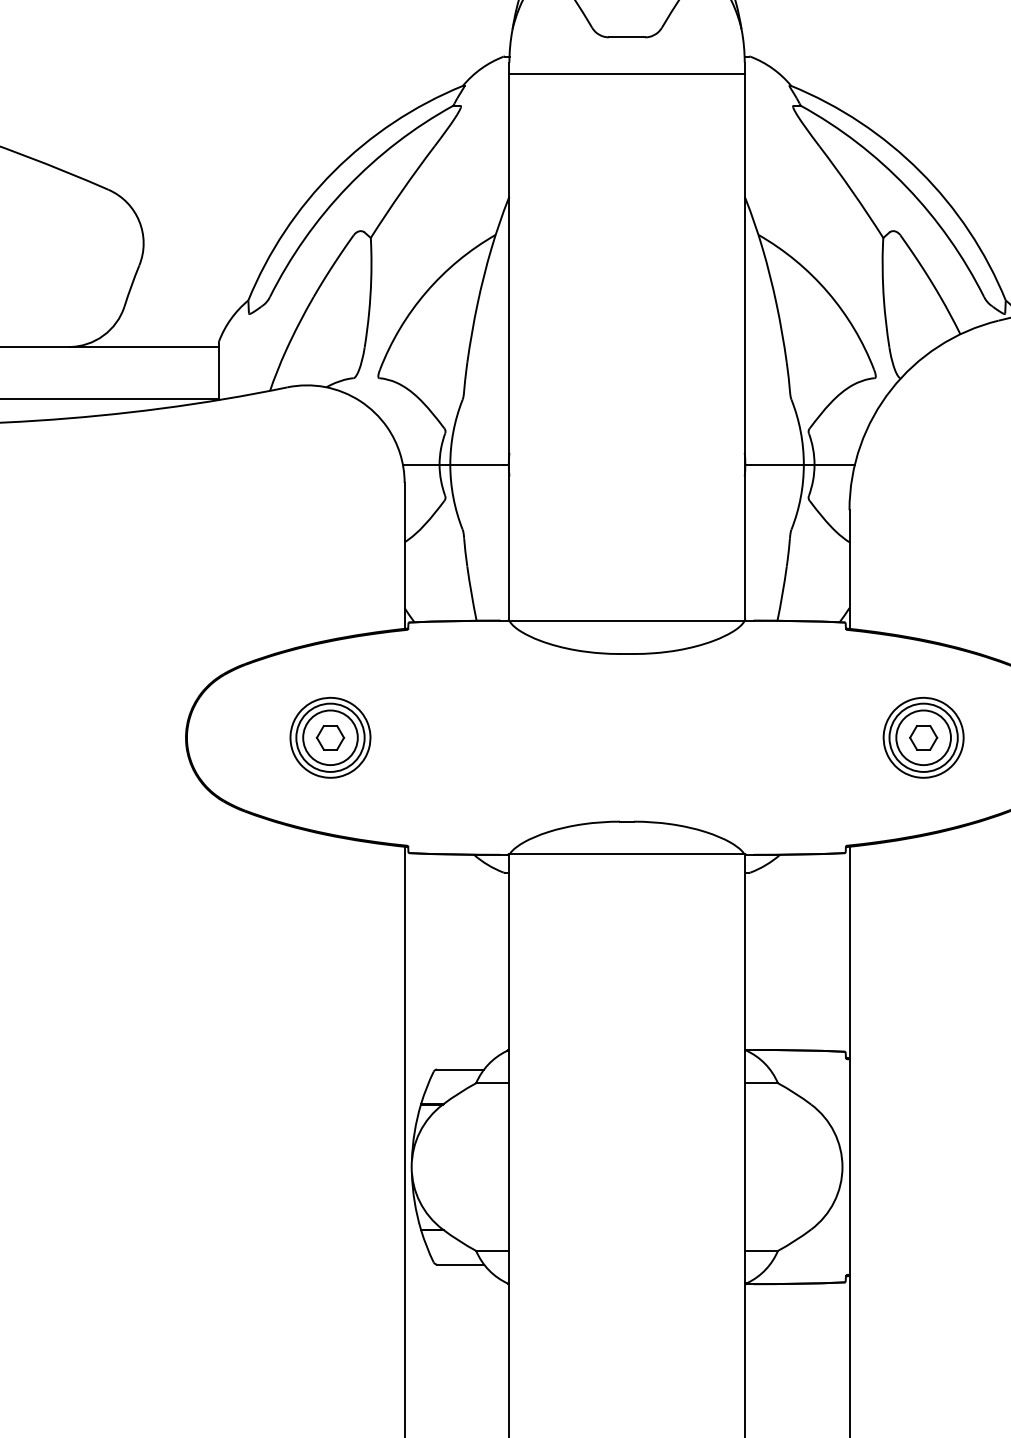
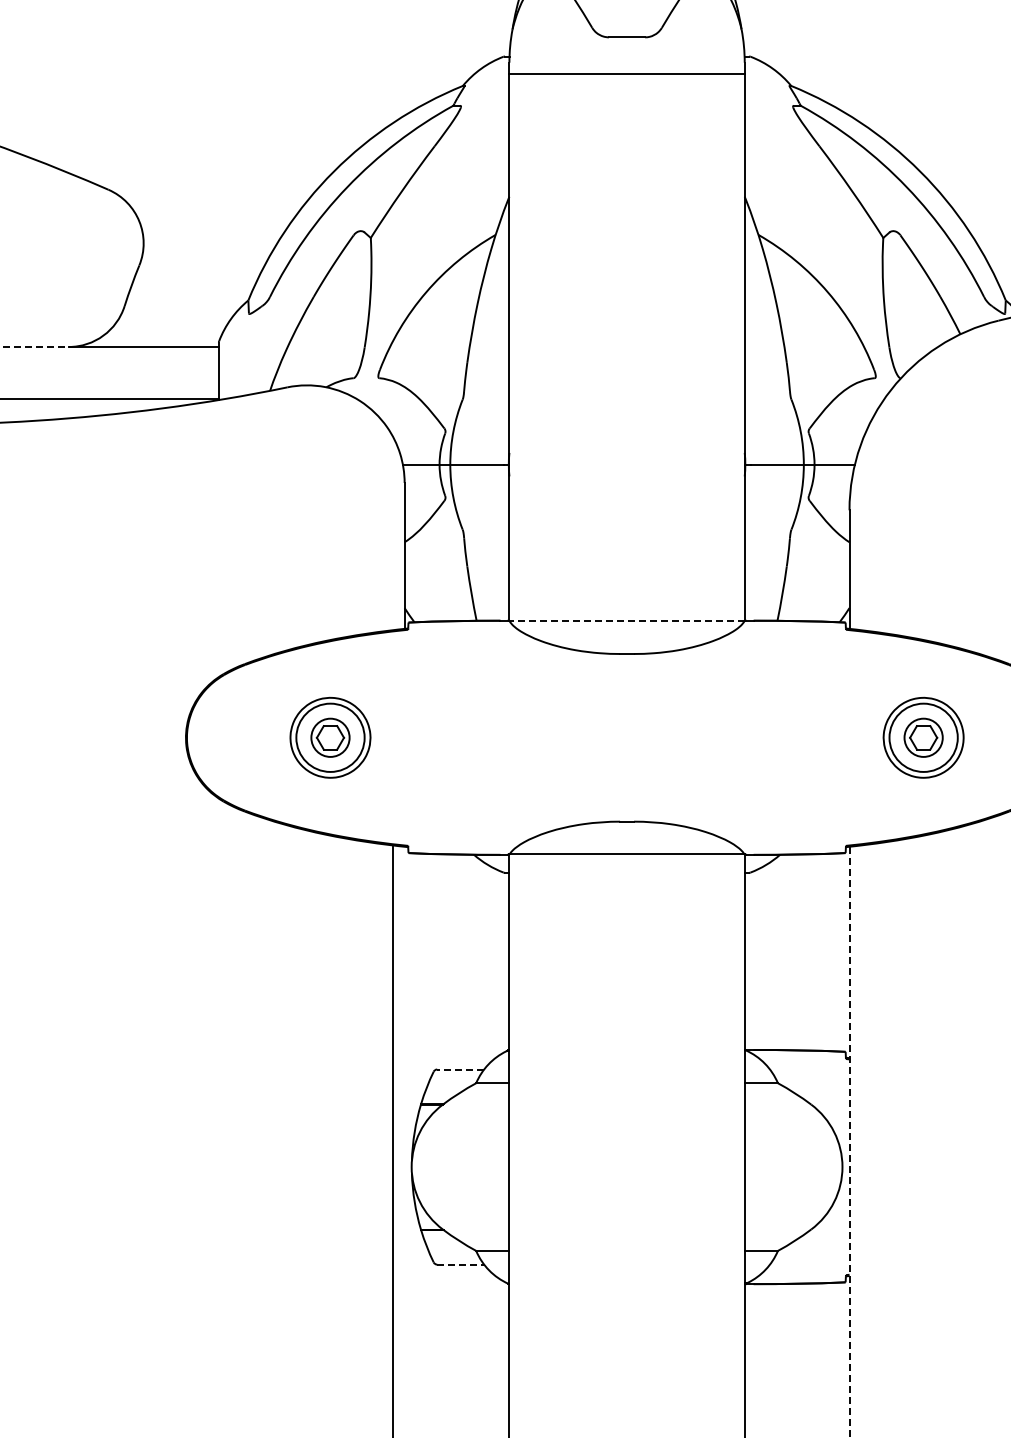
line at (34, 347): solid -> dashed
line at (626, 621): solid -> dashed
circle at (330, 737) diameter: 55 px -> 38 px
circle at (923, 737) diameter: 55 px -> 38 px
line at (460, 1069): solid -> dashed
line at (404, 1140) position: (404, 1140) -> (392, 1140)
line at (849, 1142): solid -> dashed
line at (461, 1264): solid -> dashed
